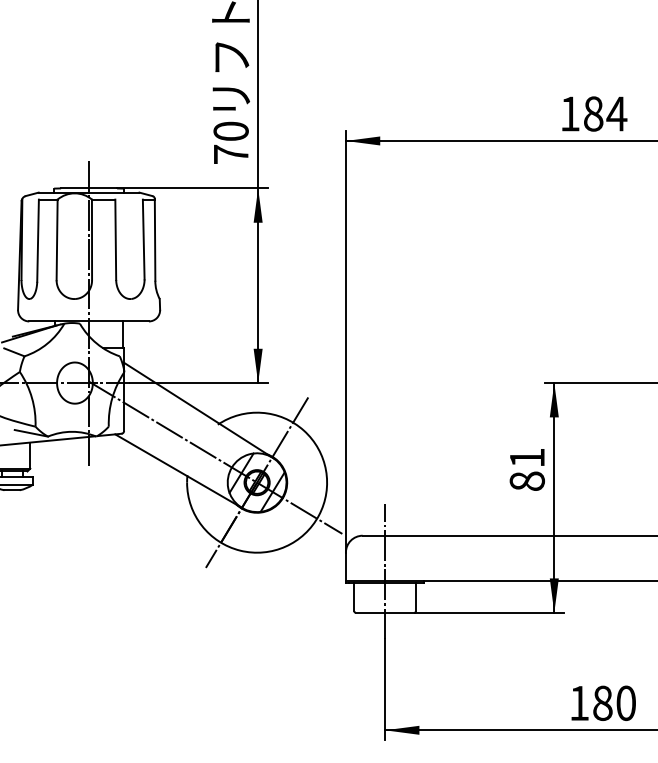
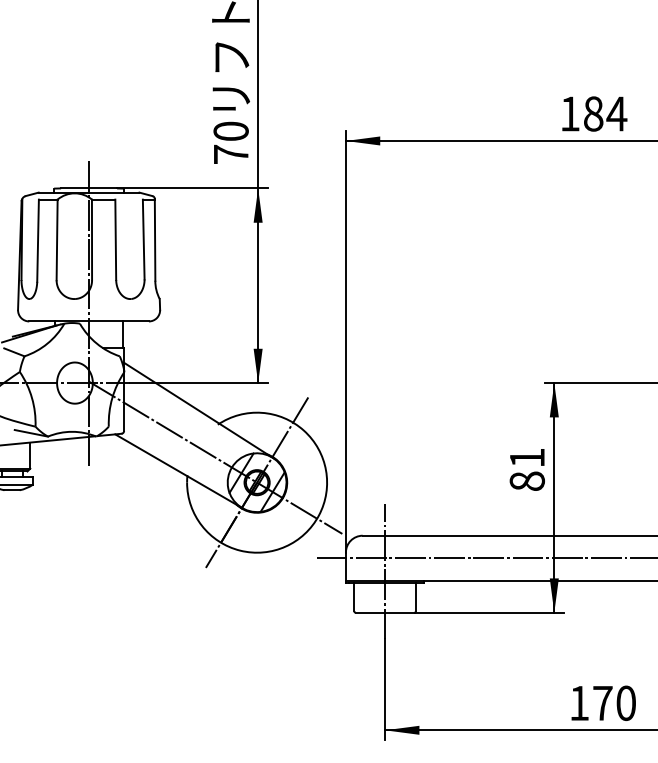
line at (485, 558): none -> present
text at (602, 702): 180 -> 170
